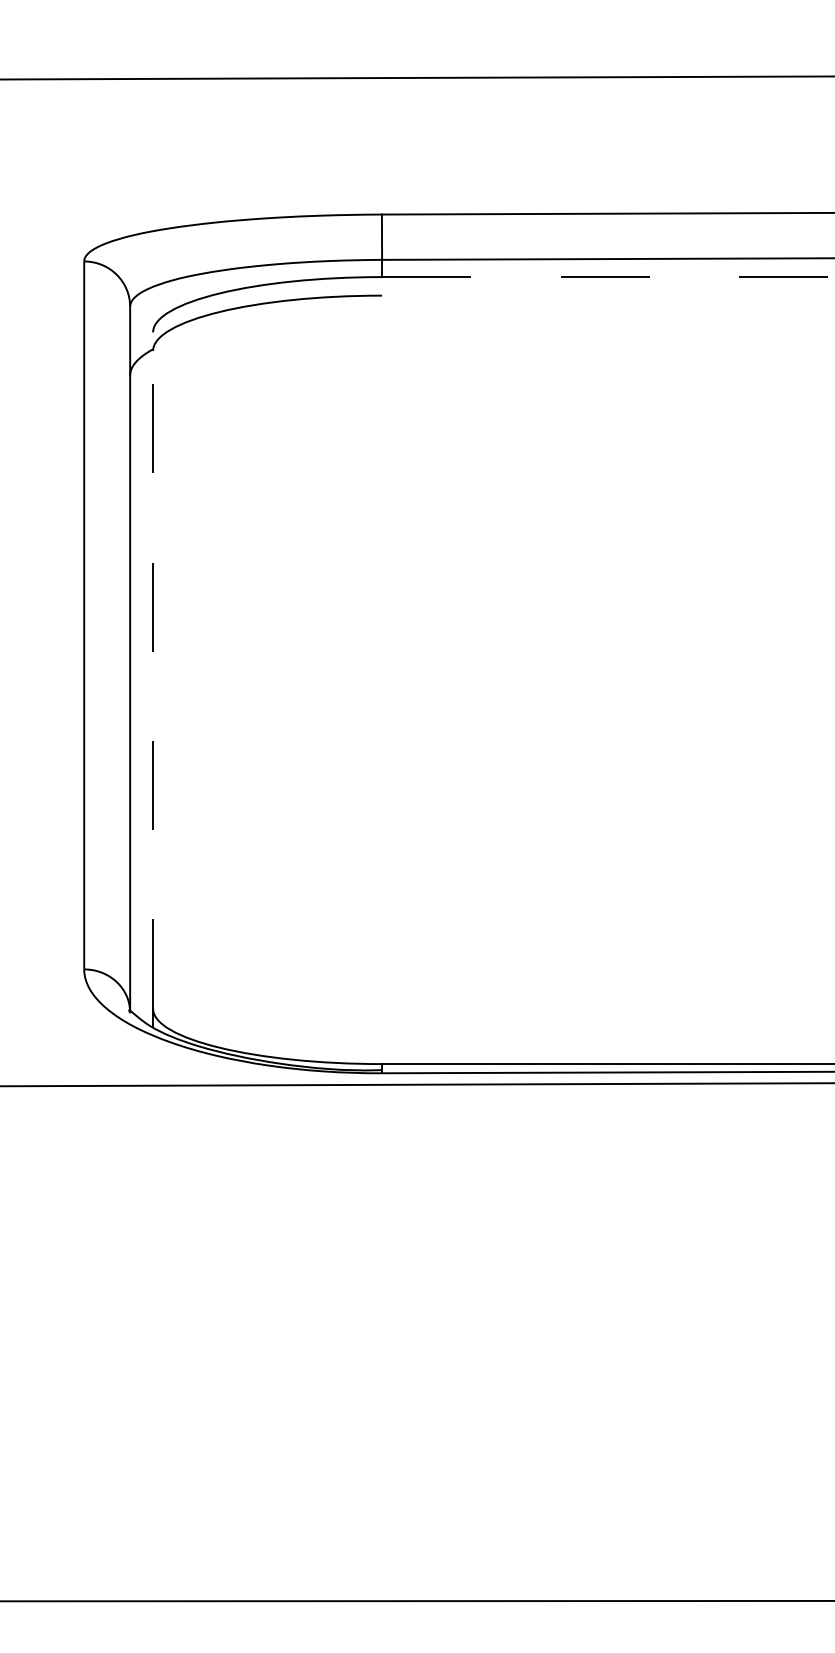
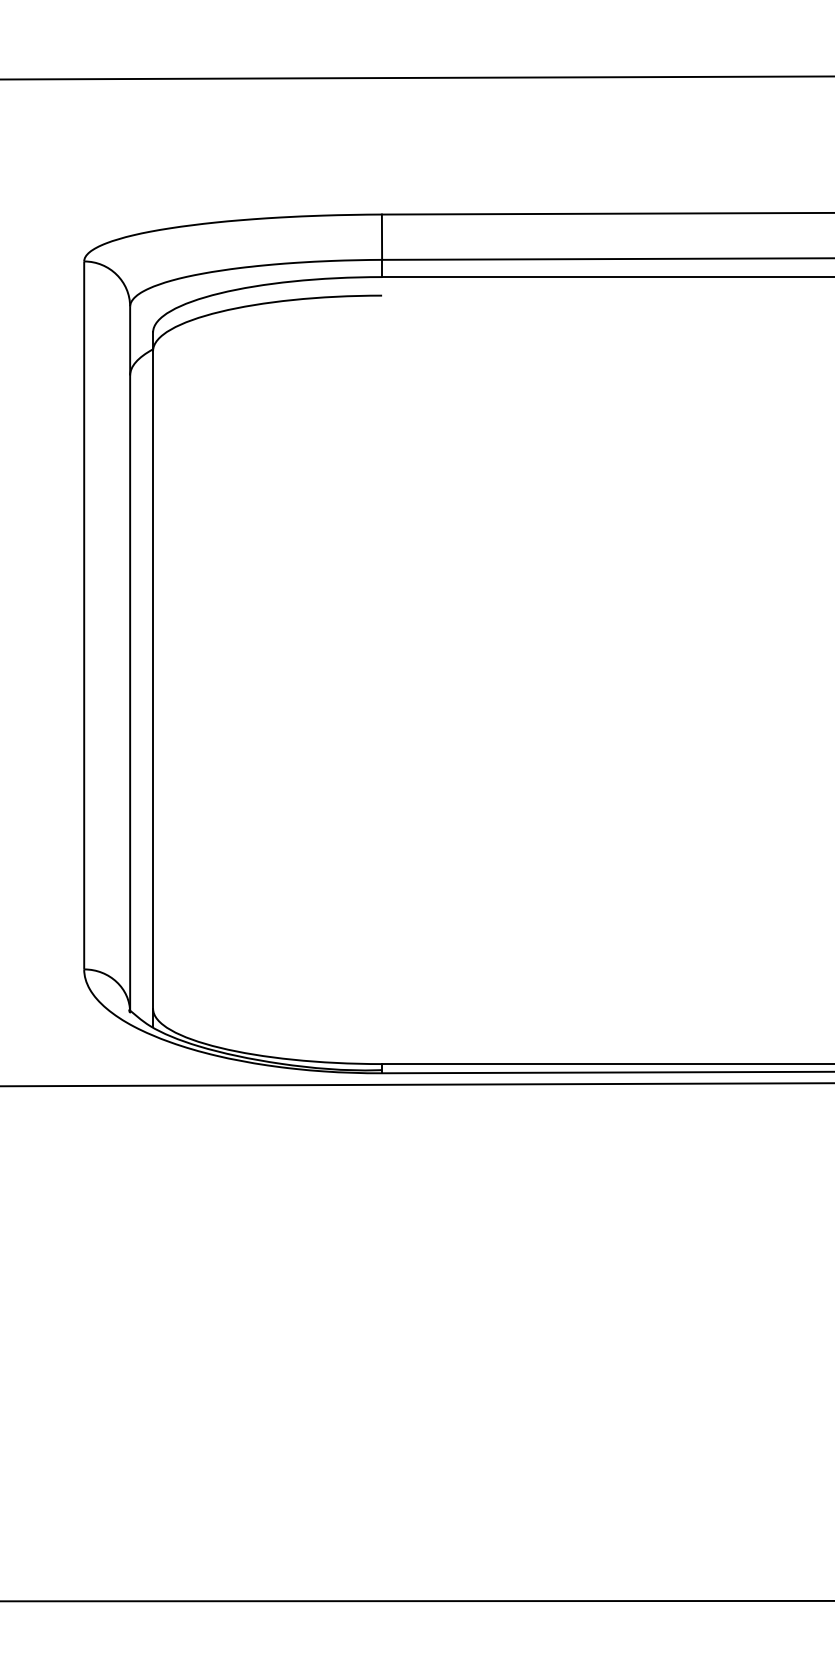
line at (608, 277): dashed -> solid
line at (153, 670): dashed -> solid
